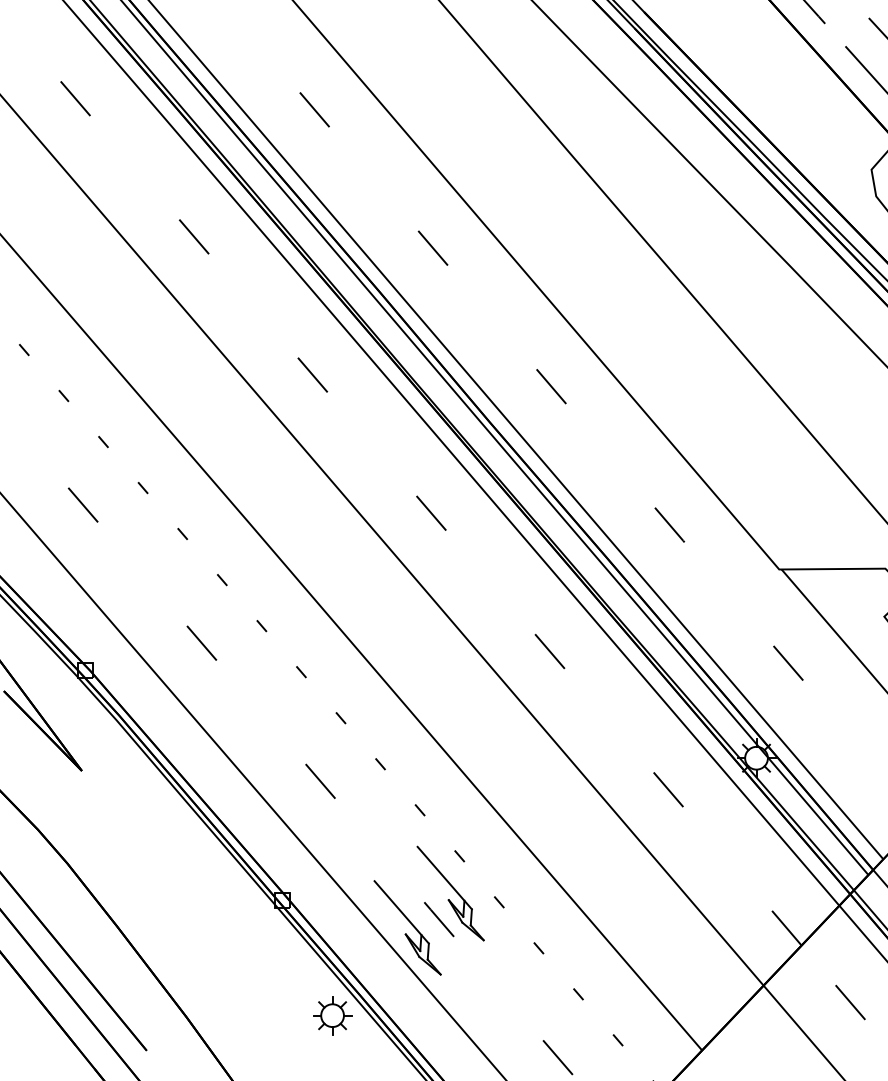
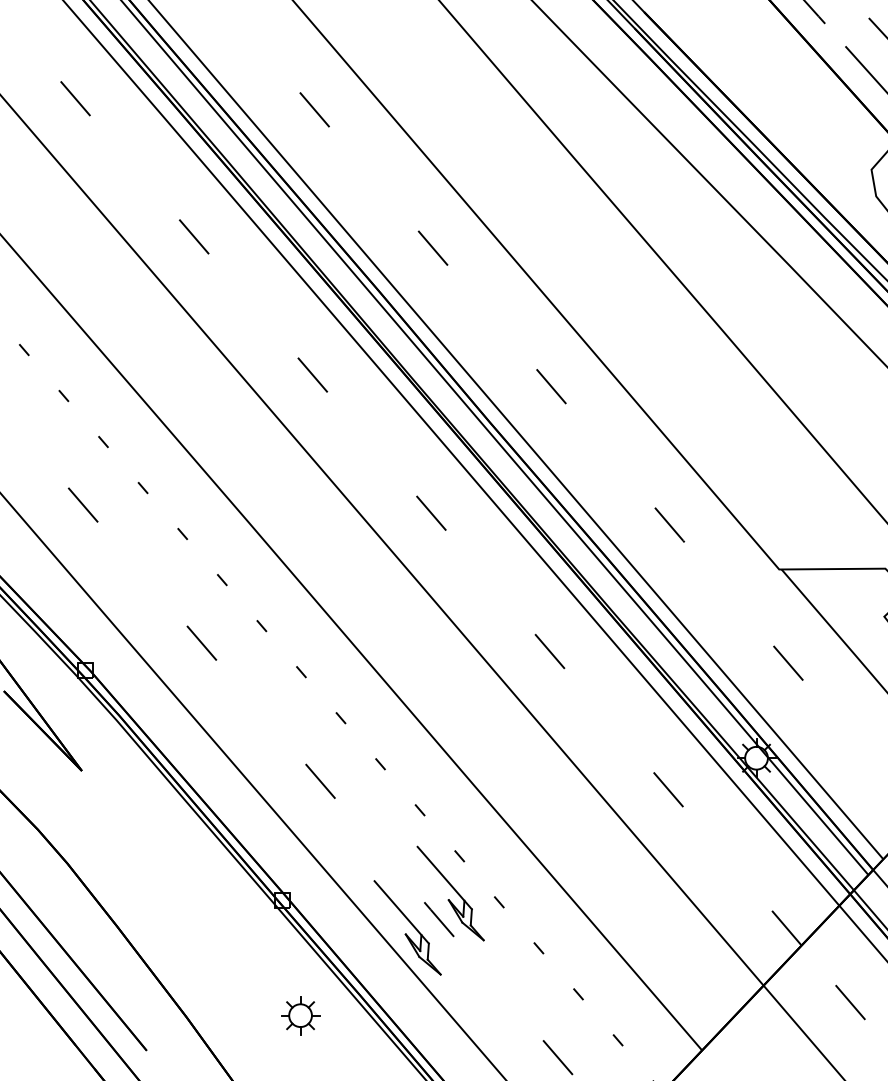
part at (332, 1015) position: (332, 1015) -> (300, 1015)
